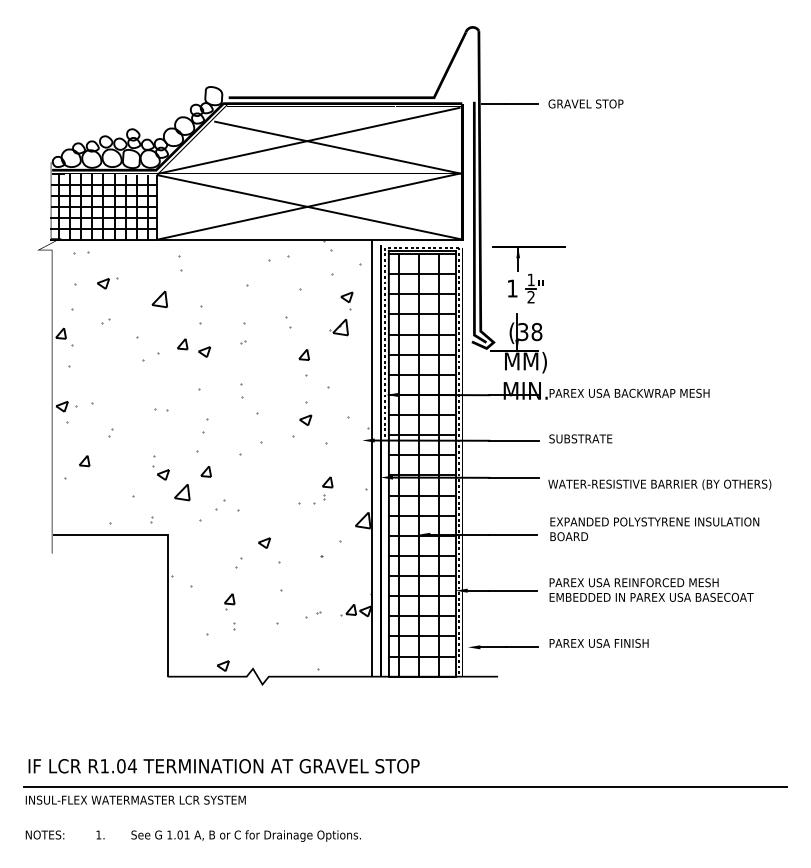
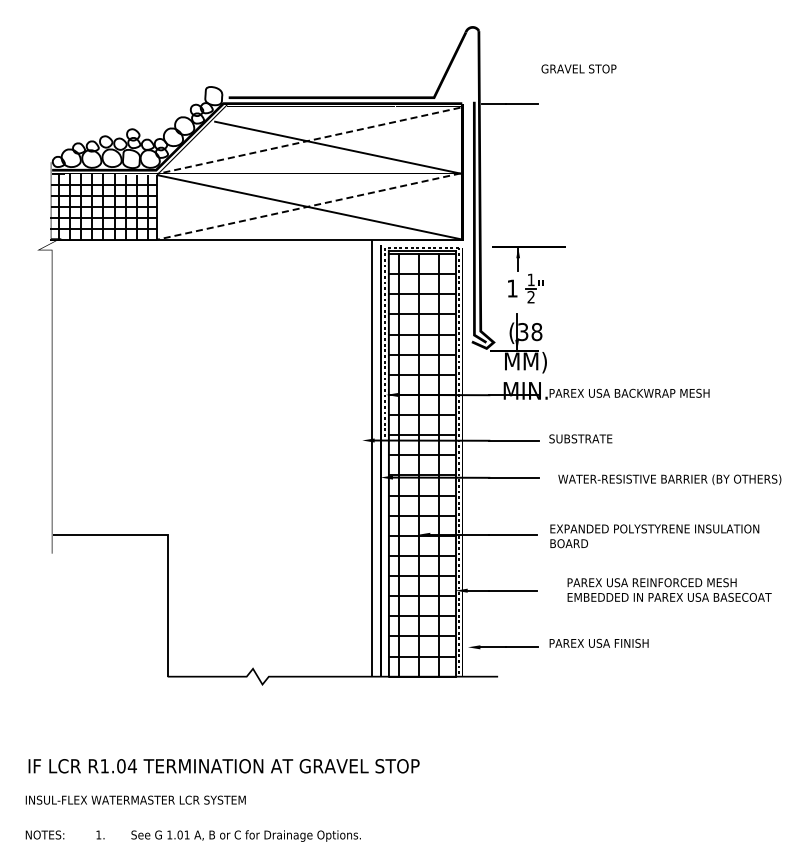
text at (585, 103) position: (585, 103) -> (578, 68)
line at (308, 141): solid -> dashed
line at (308, 206): solid -> dashed
hatch at (213, 455): present -> none
text at (659, 484) position: (659, 484) -> (669, 479)
text at (654, 529) position: (654, 529) -> (654, 536)
text at (651, 589) position: (651, 589) -> (669, 589)
line at (405, 786): present -> none
